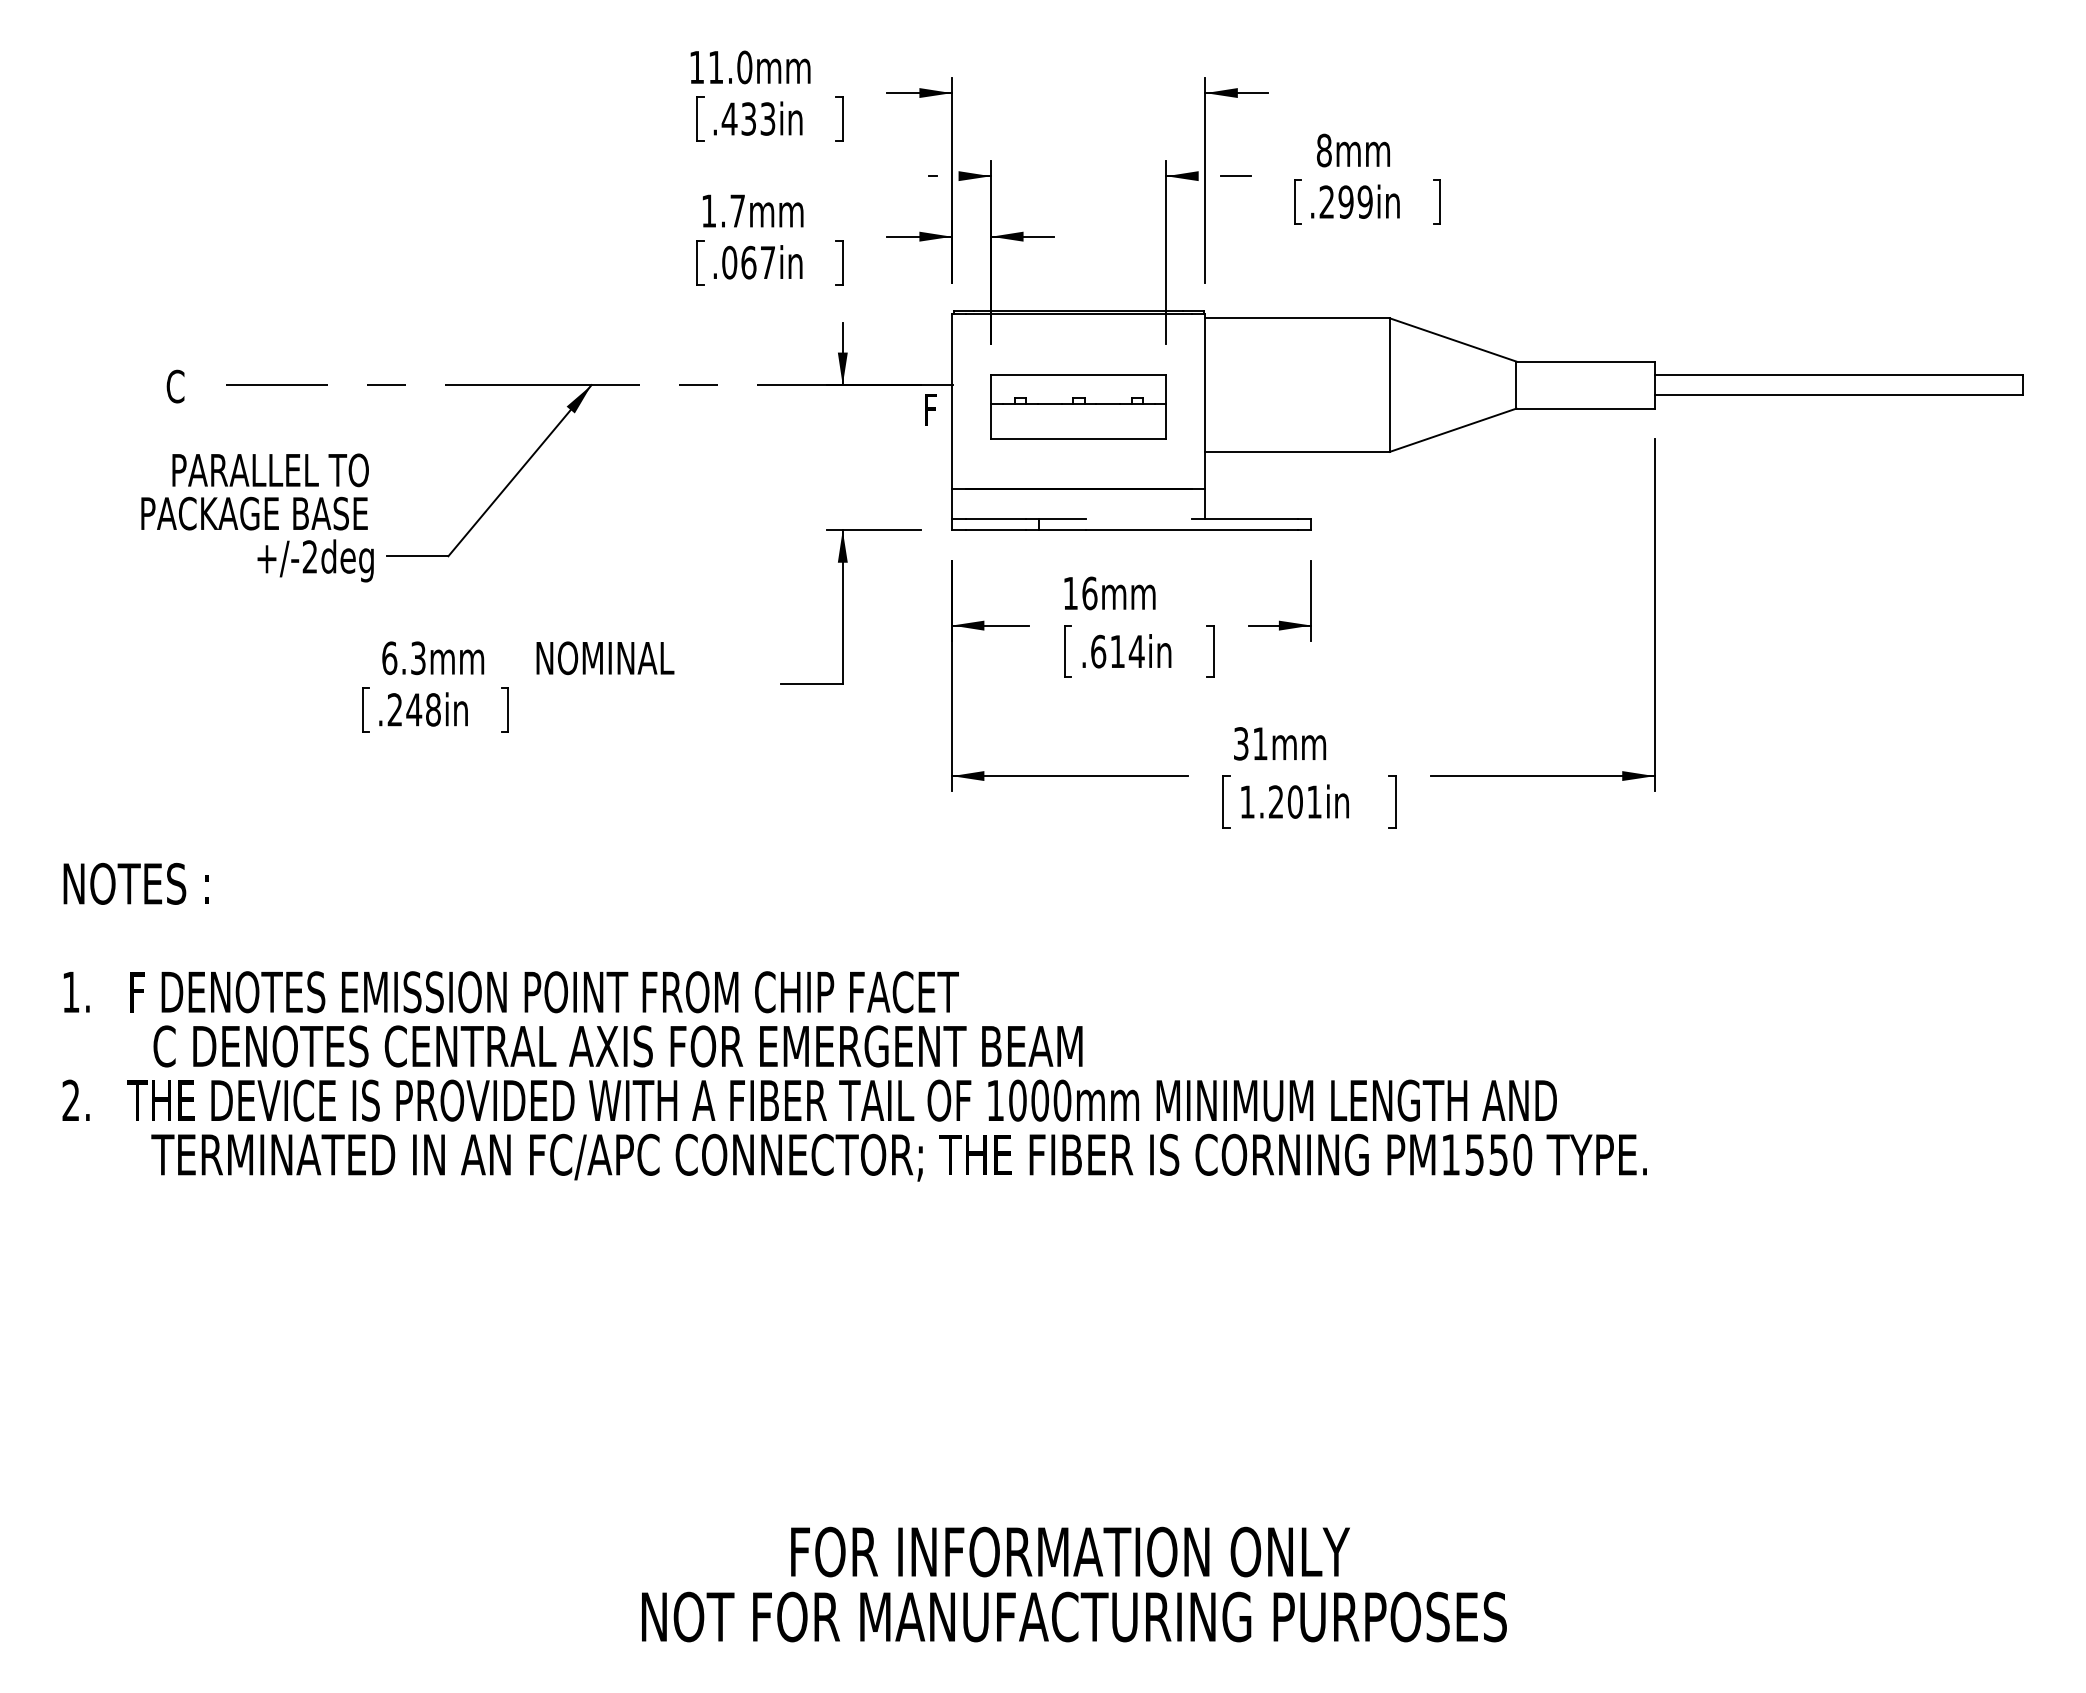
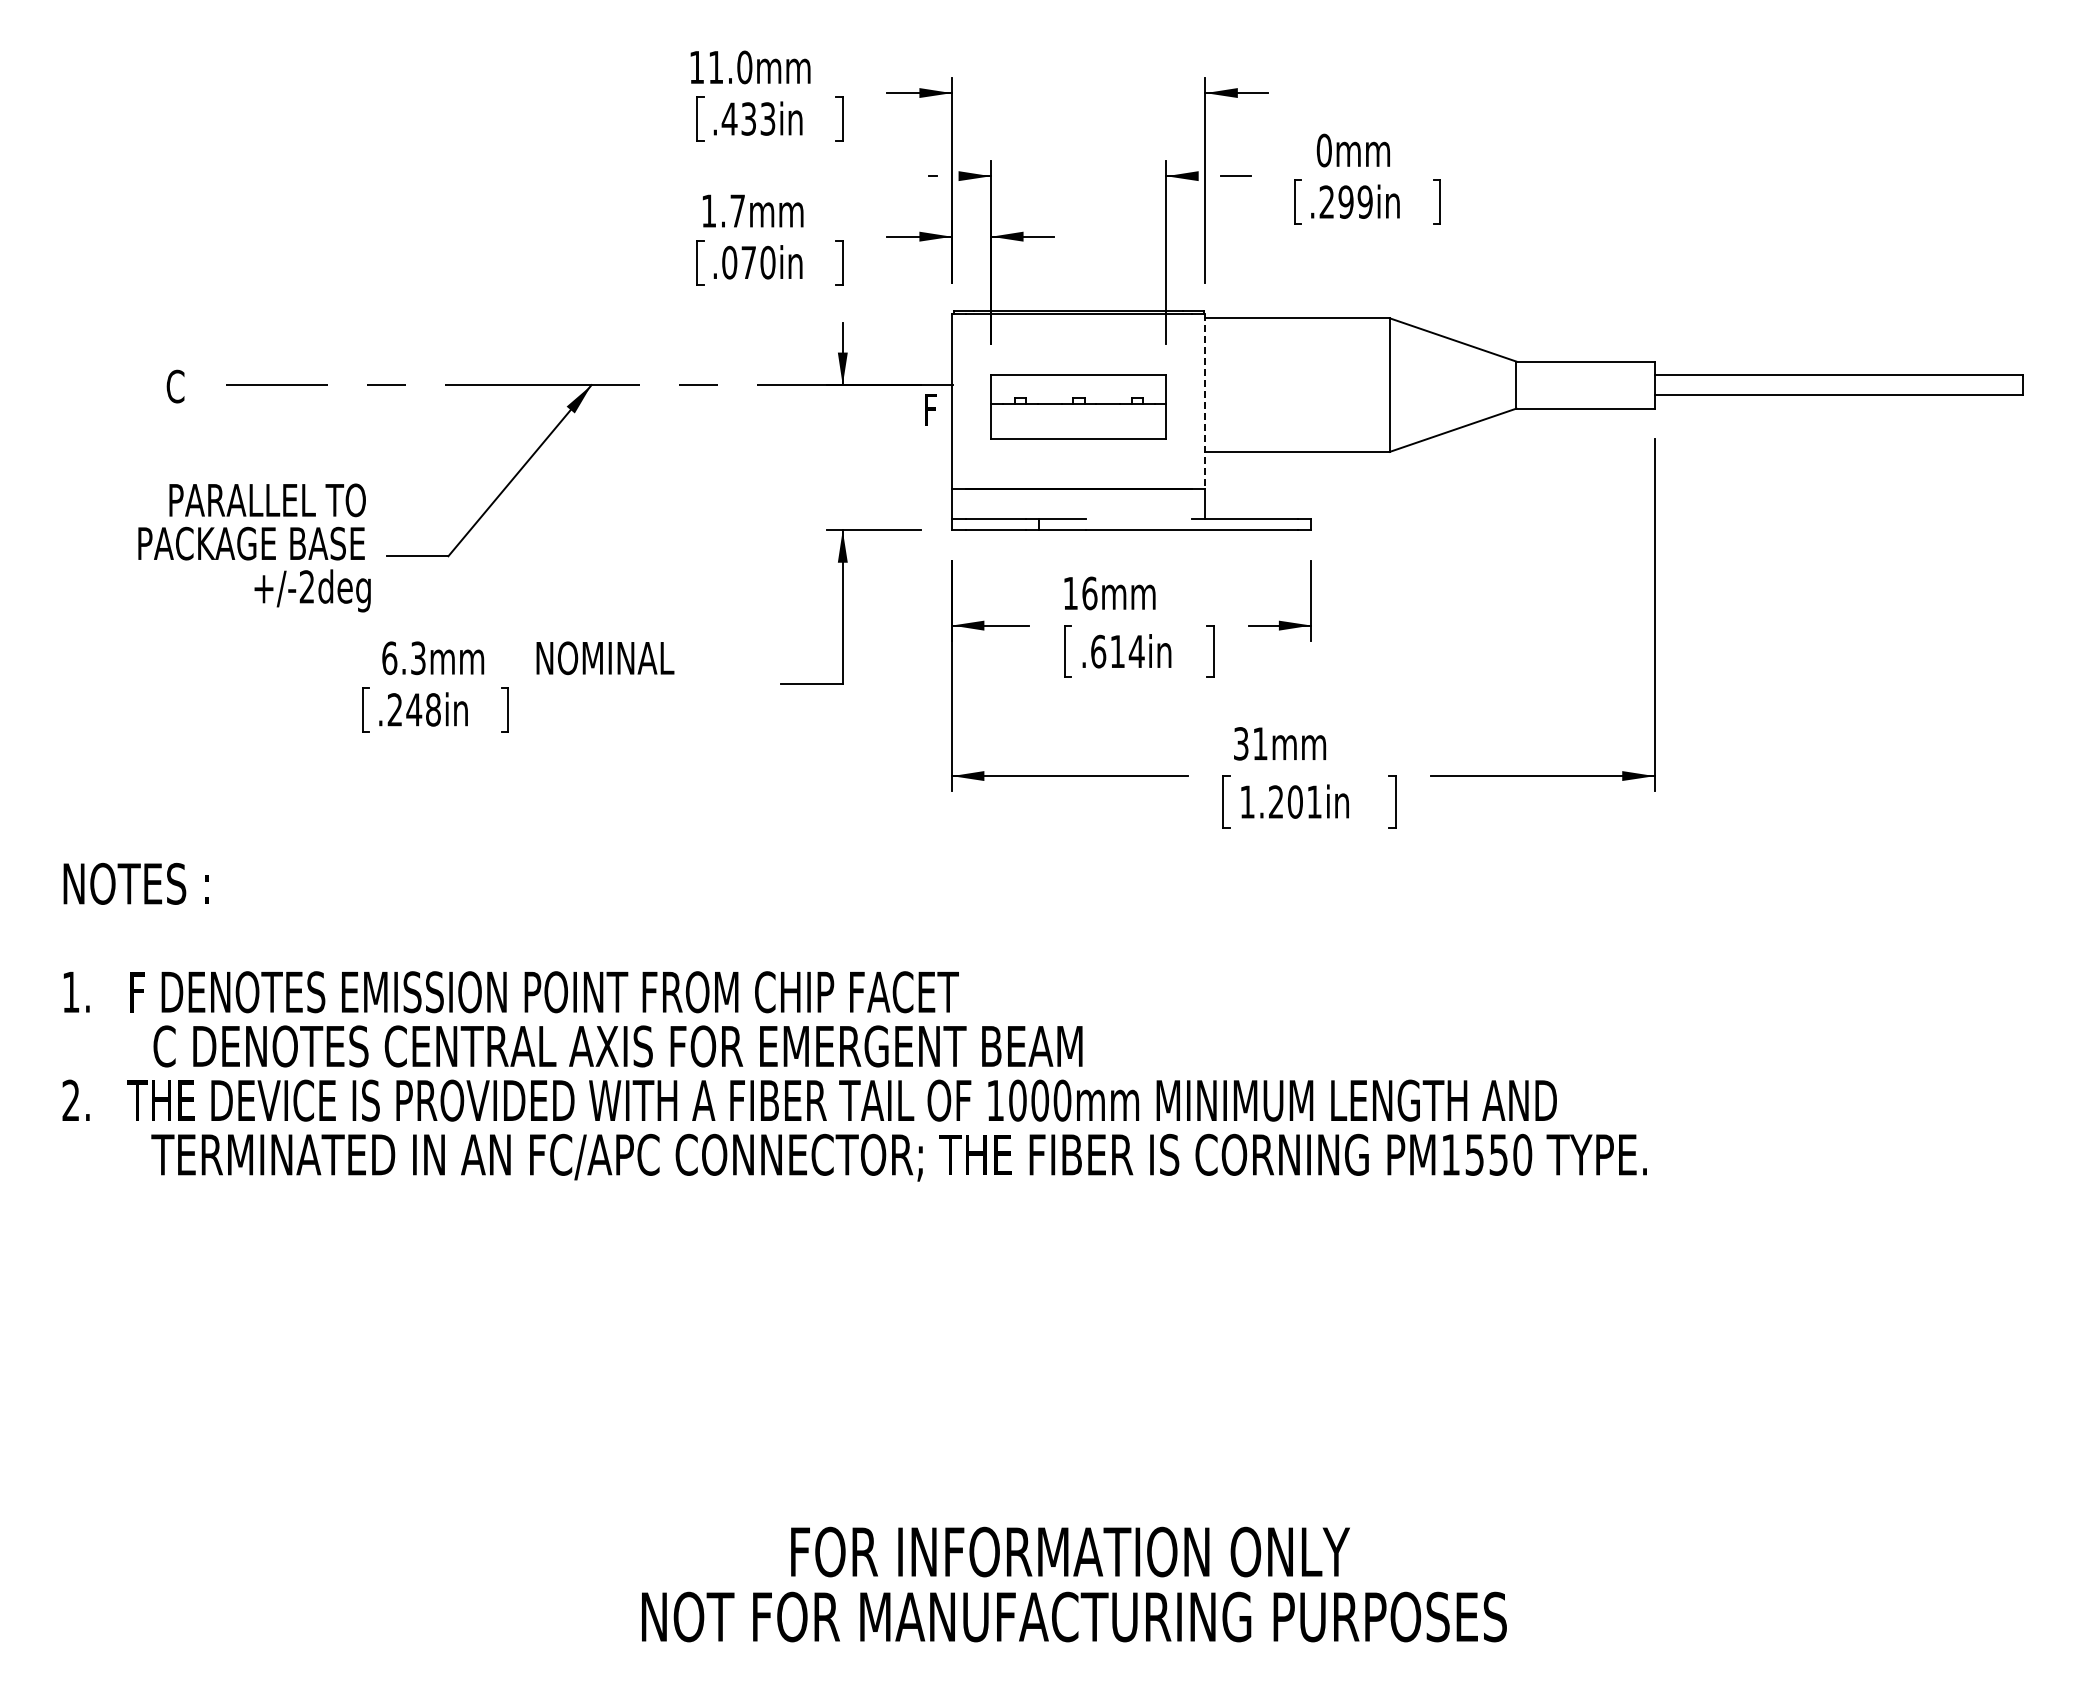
text at (1323, 150): 8mm -> 0mm
text at (758, 262): .067in -> .070in
line at (1205, 401): solid -> dashed
text at (257, 517) position: (257, 517) -> (254, 547)
